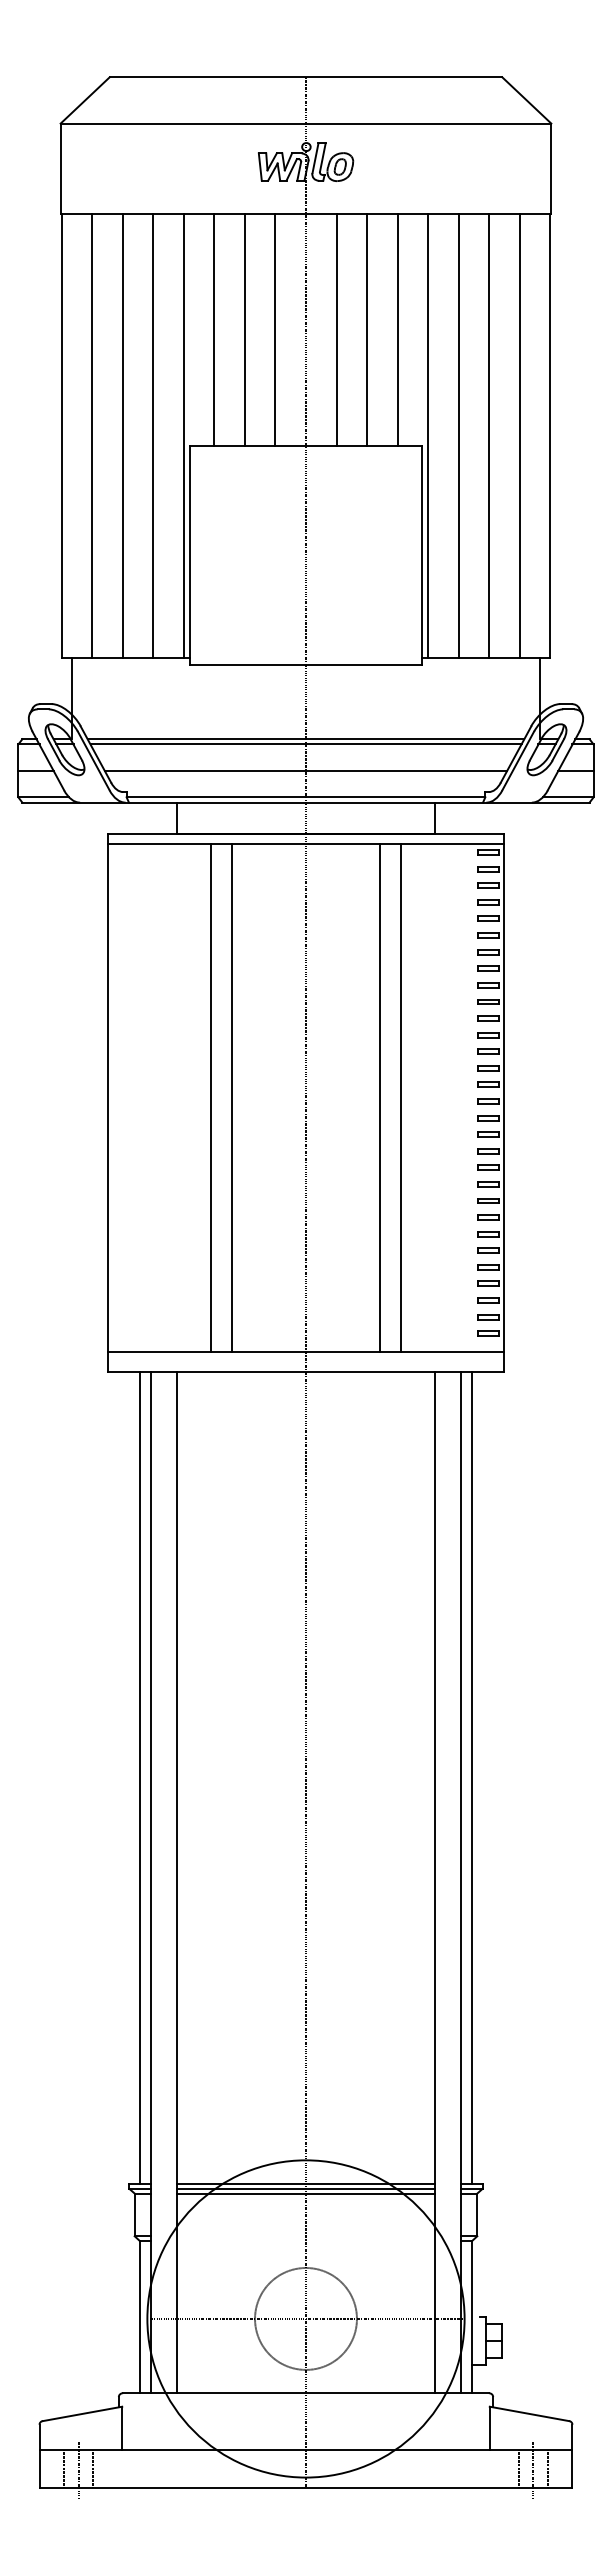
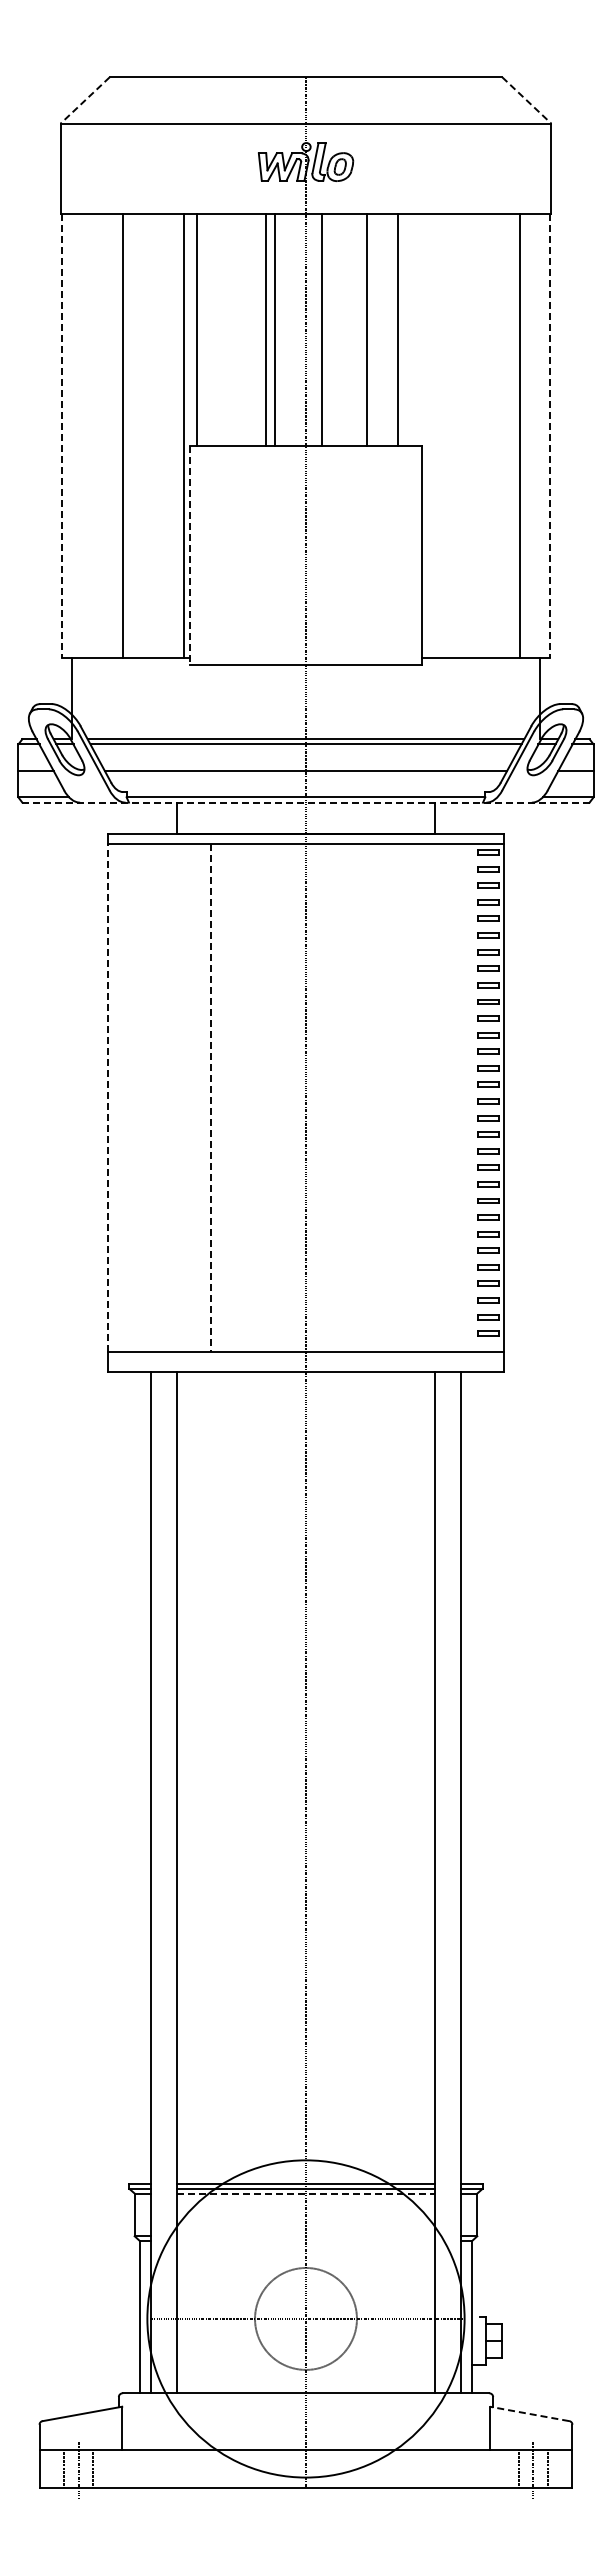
line at (85, 100): solid -> dashed
line at (526, 100): solid -> dashed
line at (214, 329) position: (214, 329) -> (197, 329)
line at (244, 329) position: (244, 329) -> (265, 329)
line at (336, 329) position: (336, 329) -> (321, 329)
line at (91, 435): present -> none
line at (153, 435): present -> none
line at (428, 435): present -> none
line at (458, 435): present -> none
line at (489, 435): present -> none
line at (61, 436): solid -> dashed
line at (550, 436): solid -> dashed
line at (189, 555): solid -> dashed
line at (306, 802): solid -> dashed
line at (231, 1097): present -> none
line at (380, 1097): present -> none
line at (401, 1097): present -> none
line at (108, 1098): solid -> dashed
line at (210, 1098): solid -> dashed
line at (139, 1777): present -> none
line at (472, 1777): present -> none
line at (306, 2193): solid -> dashed
line at (528, 2413): solid -> dashed
